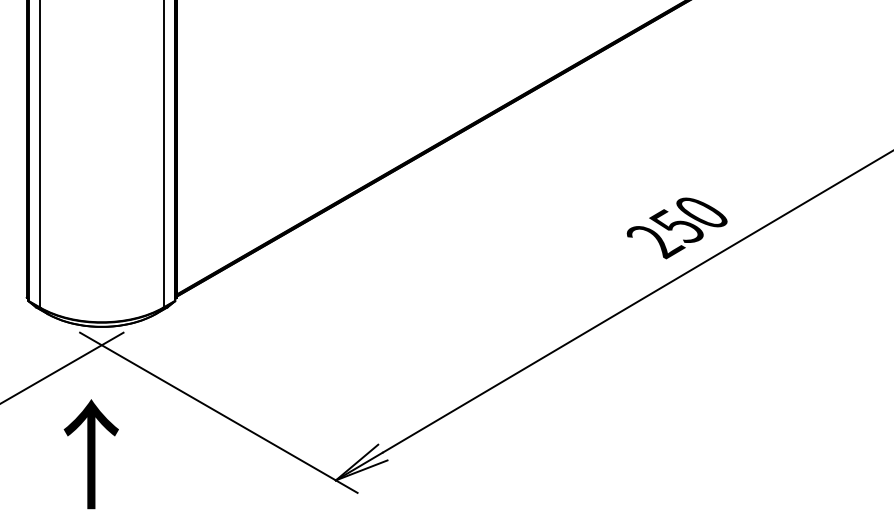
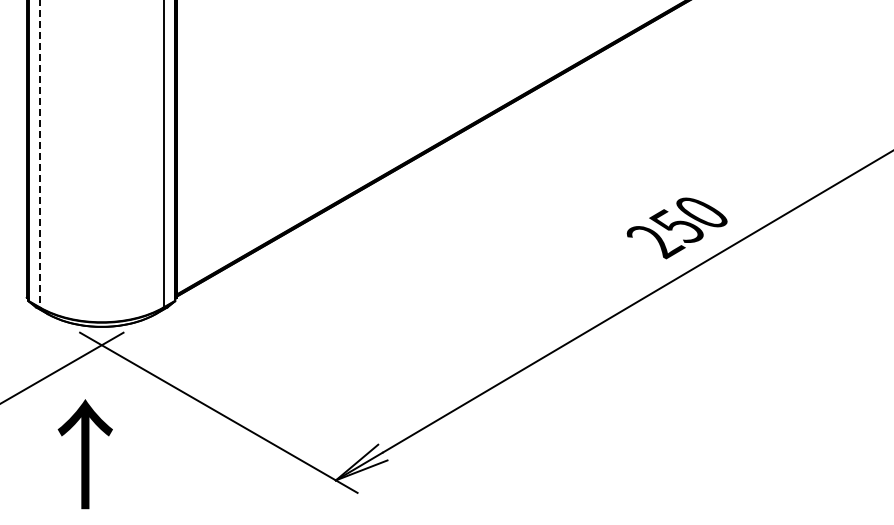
line at (40, 154): solid -> dashed
text at (90, 454) position: (90, 454) -> (84, 454)
